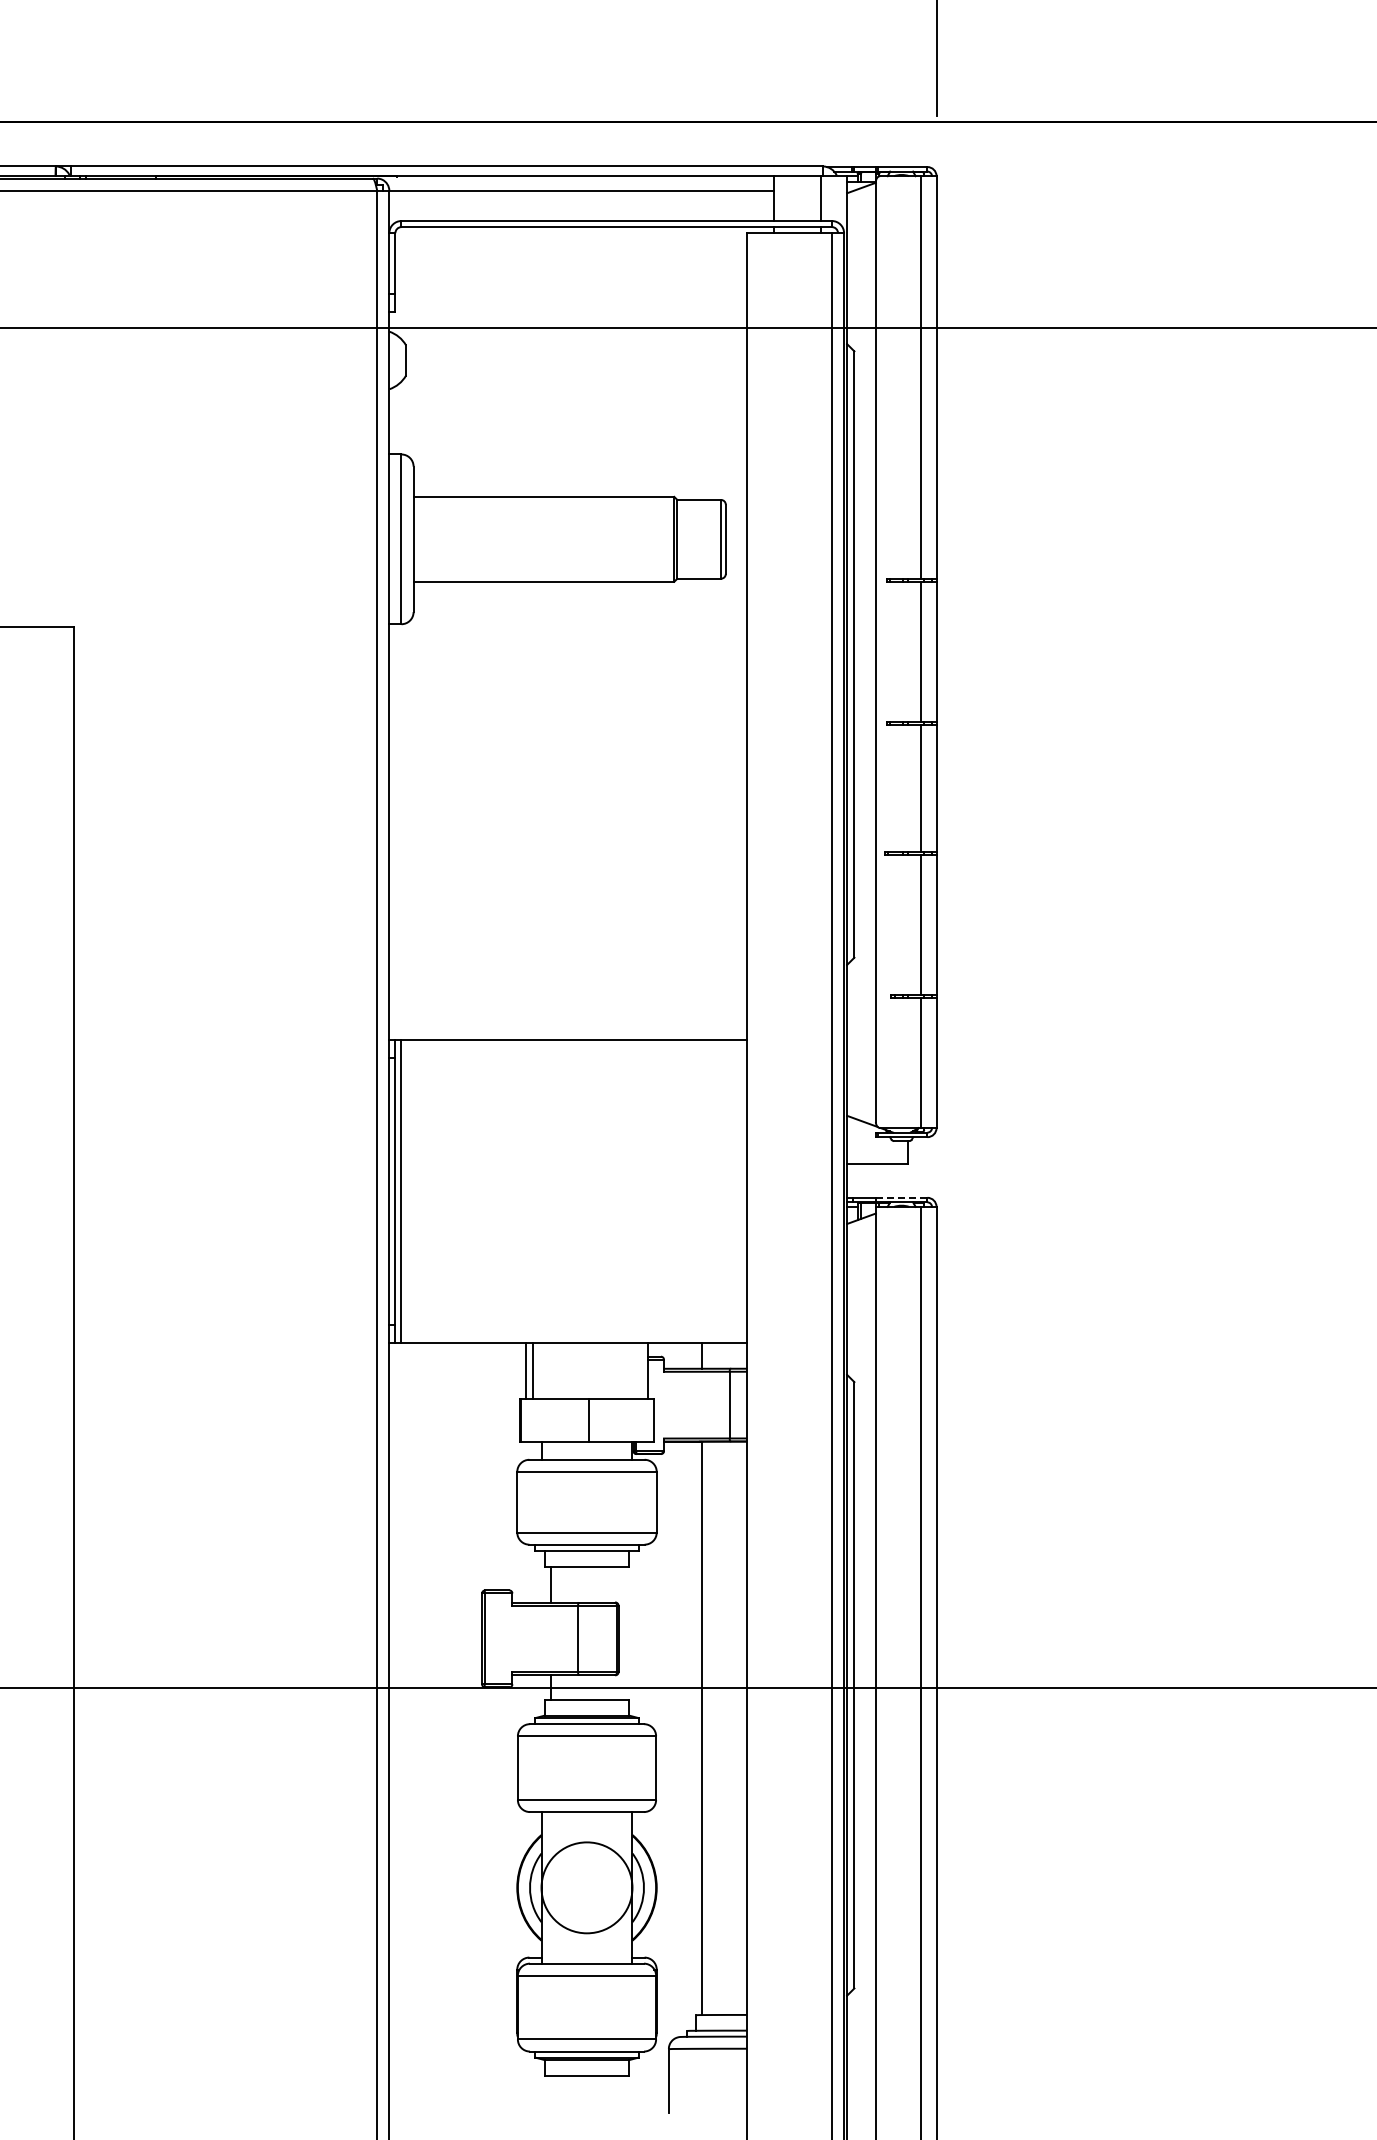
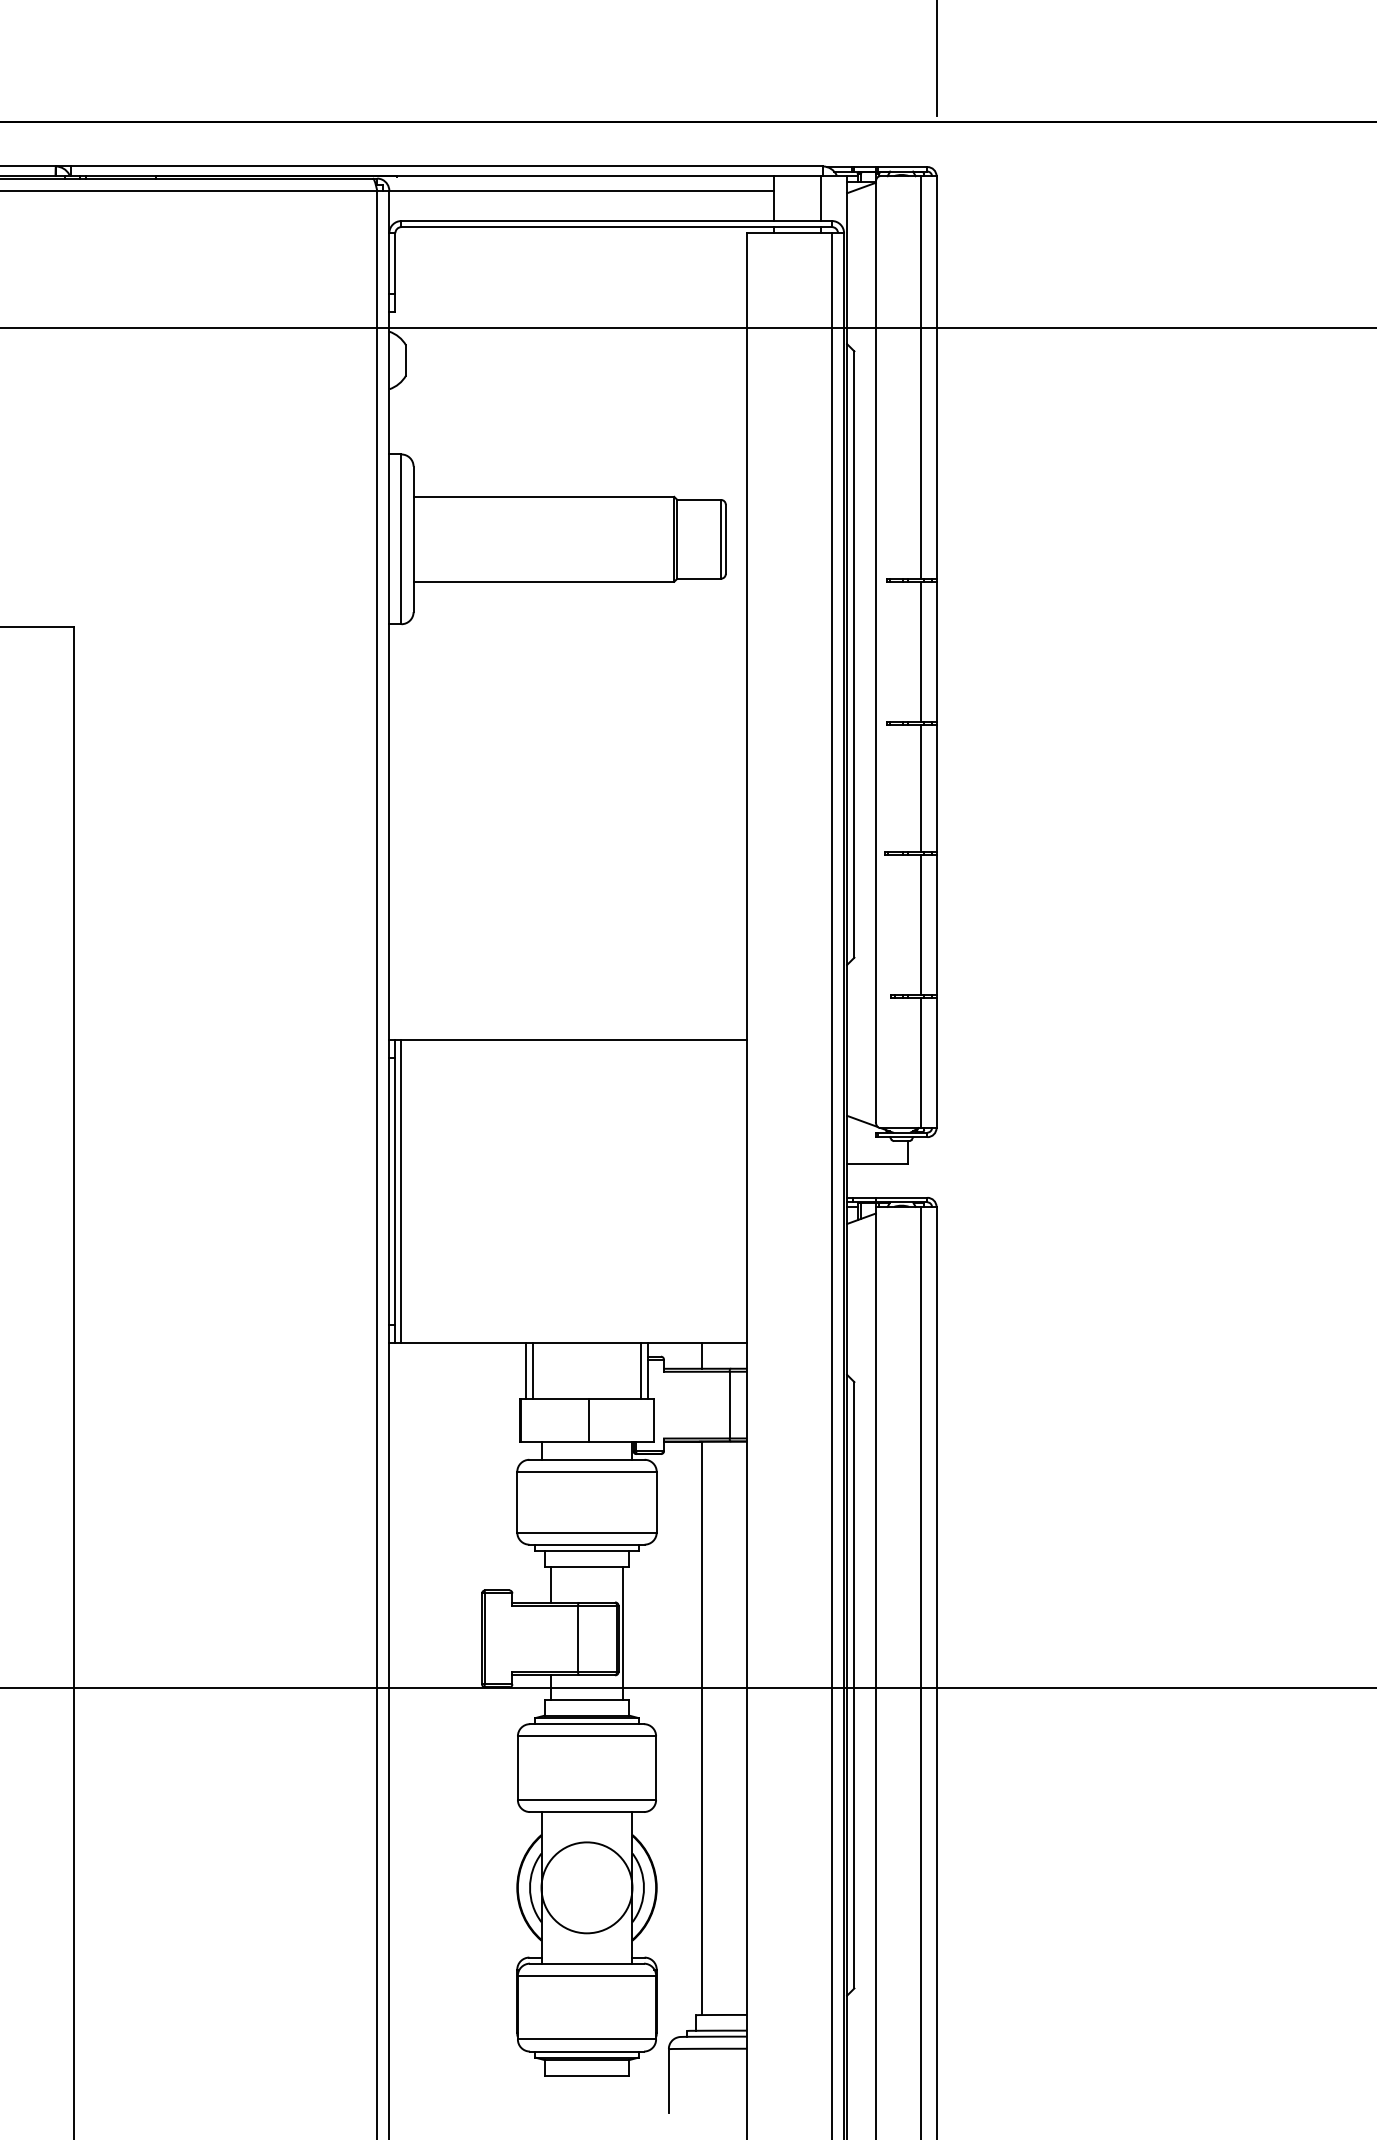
line at (901, 1197): dashed -> solid
line at (641, 1370): none -> present
line at (623, 1632): none -> present
